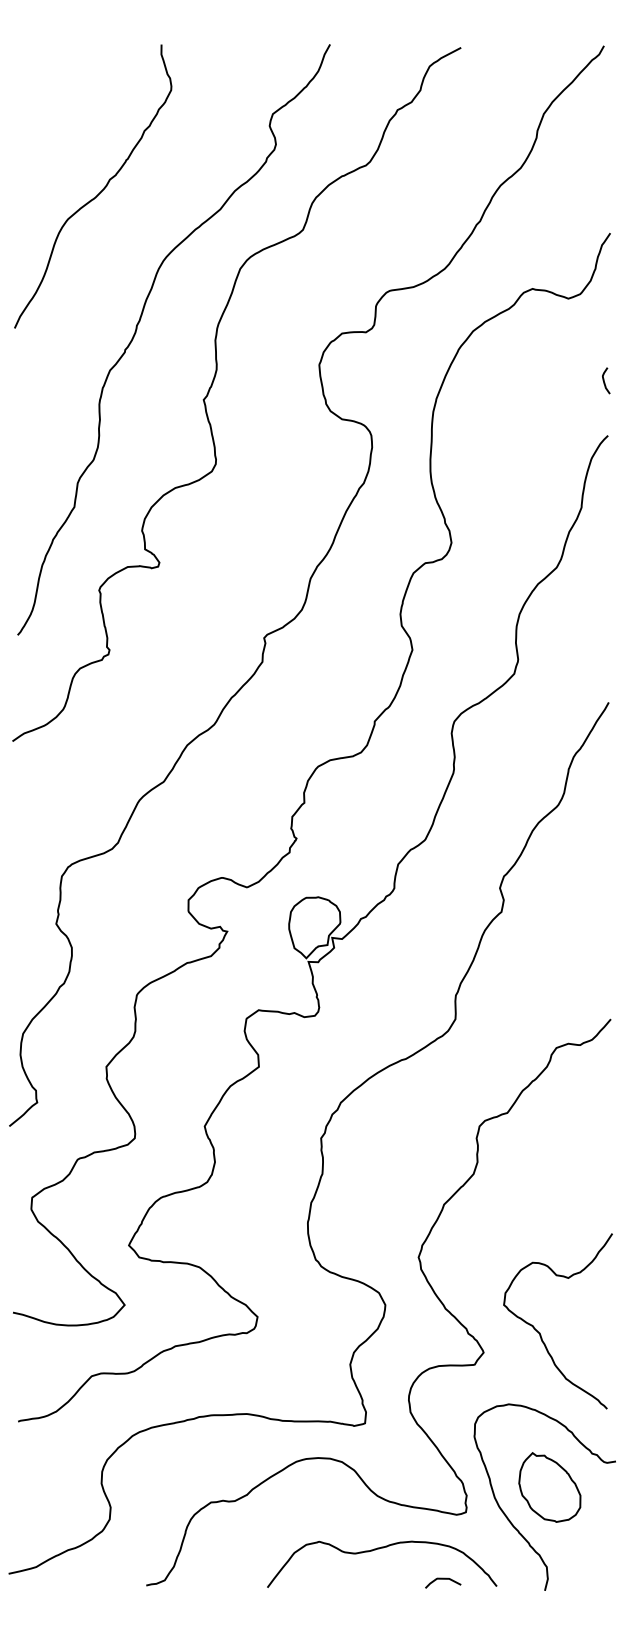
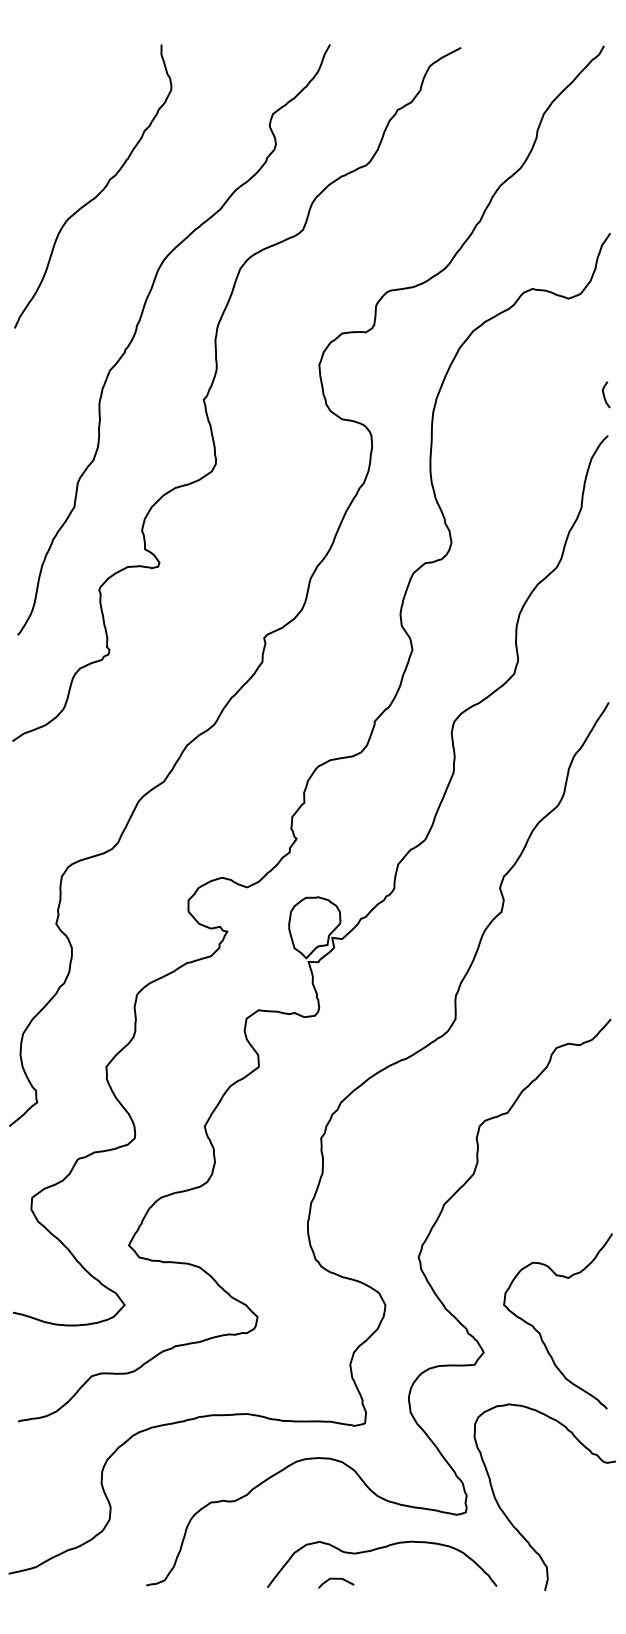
curve at (604, 380) position: (604, 380) -> (604, 394)
part at (549, 1487): present -> none
curve at (443, 1579) position: (443, 1579) -> (336, 1579)
